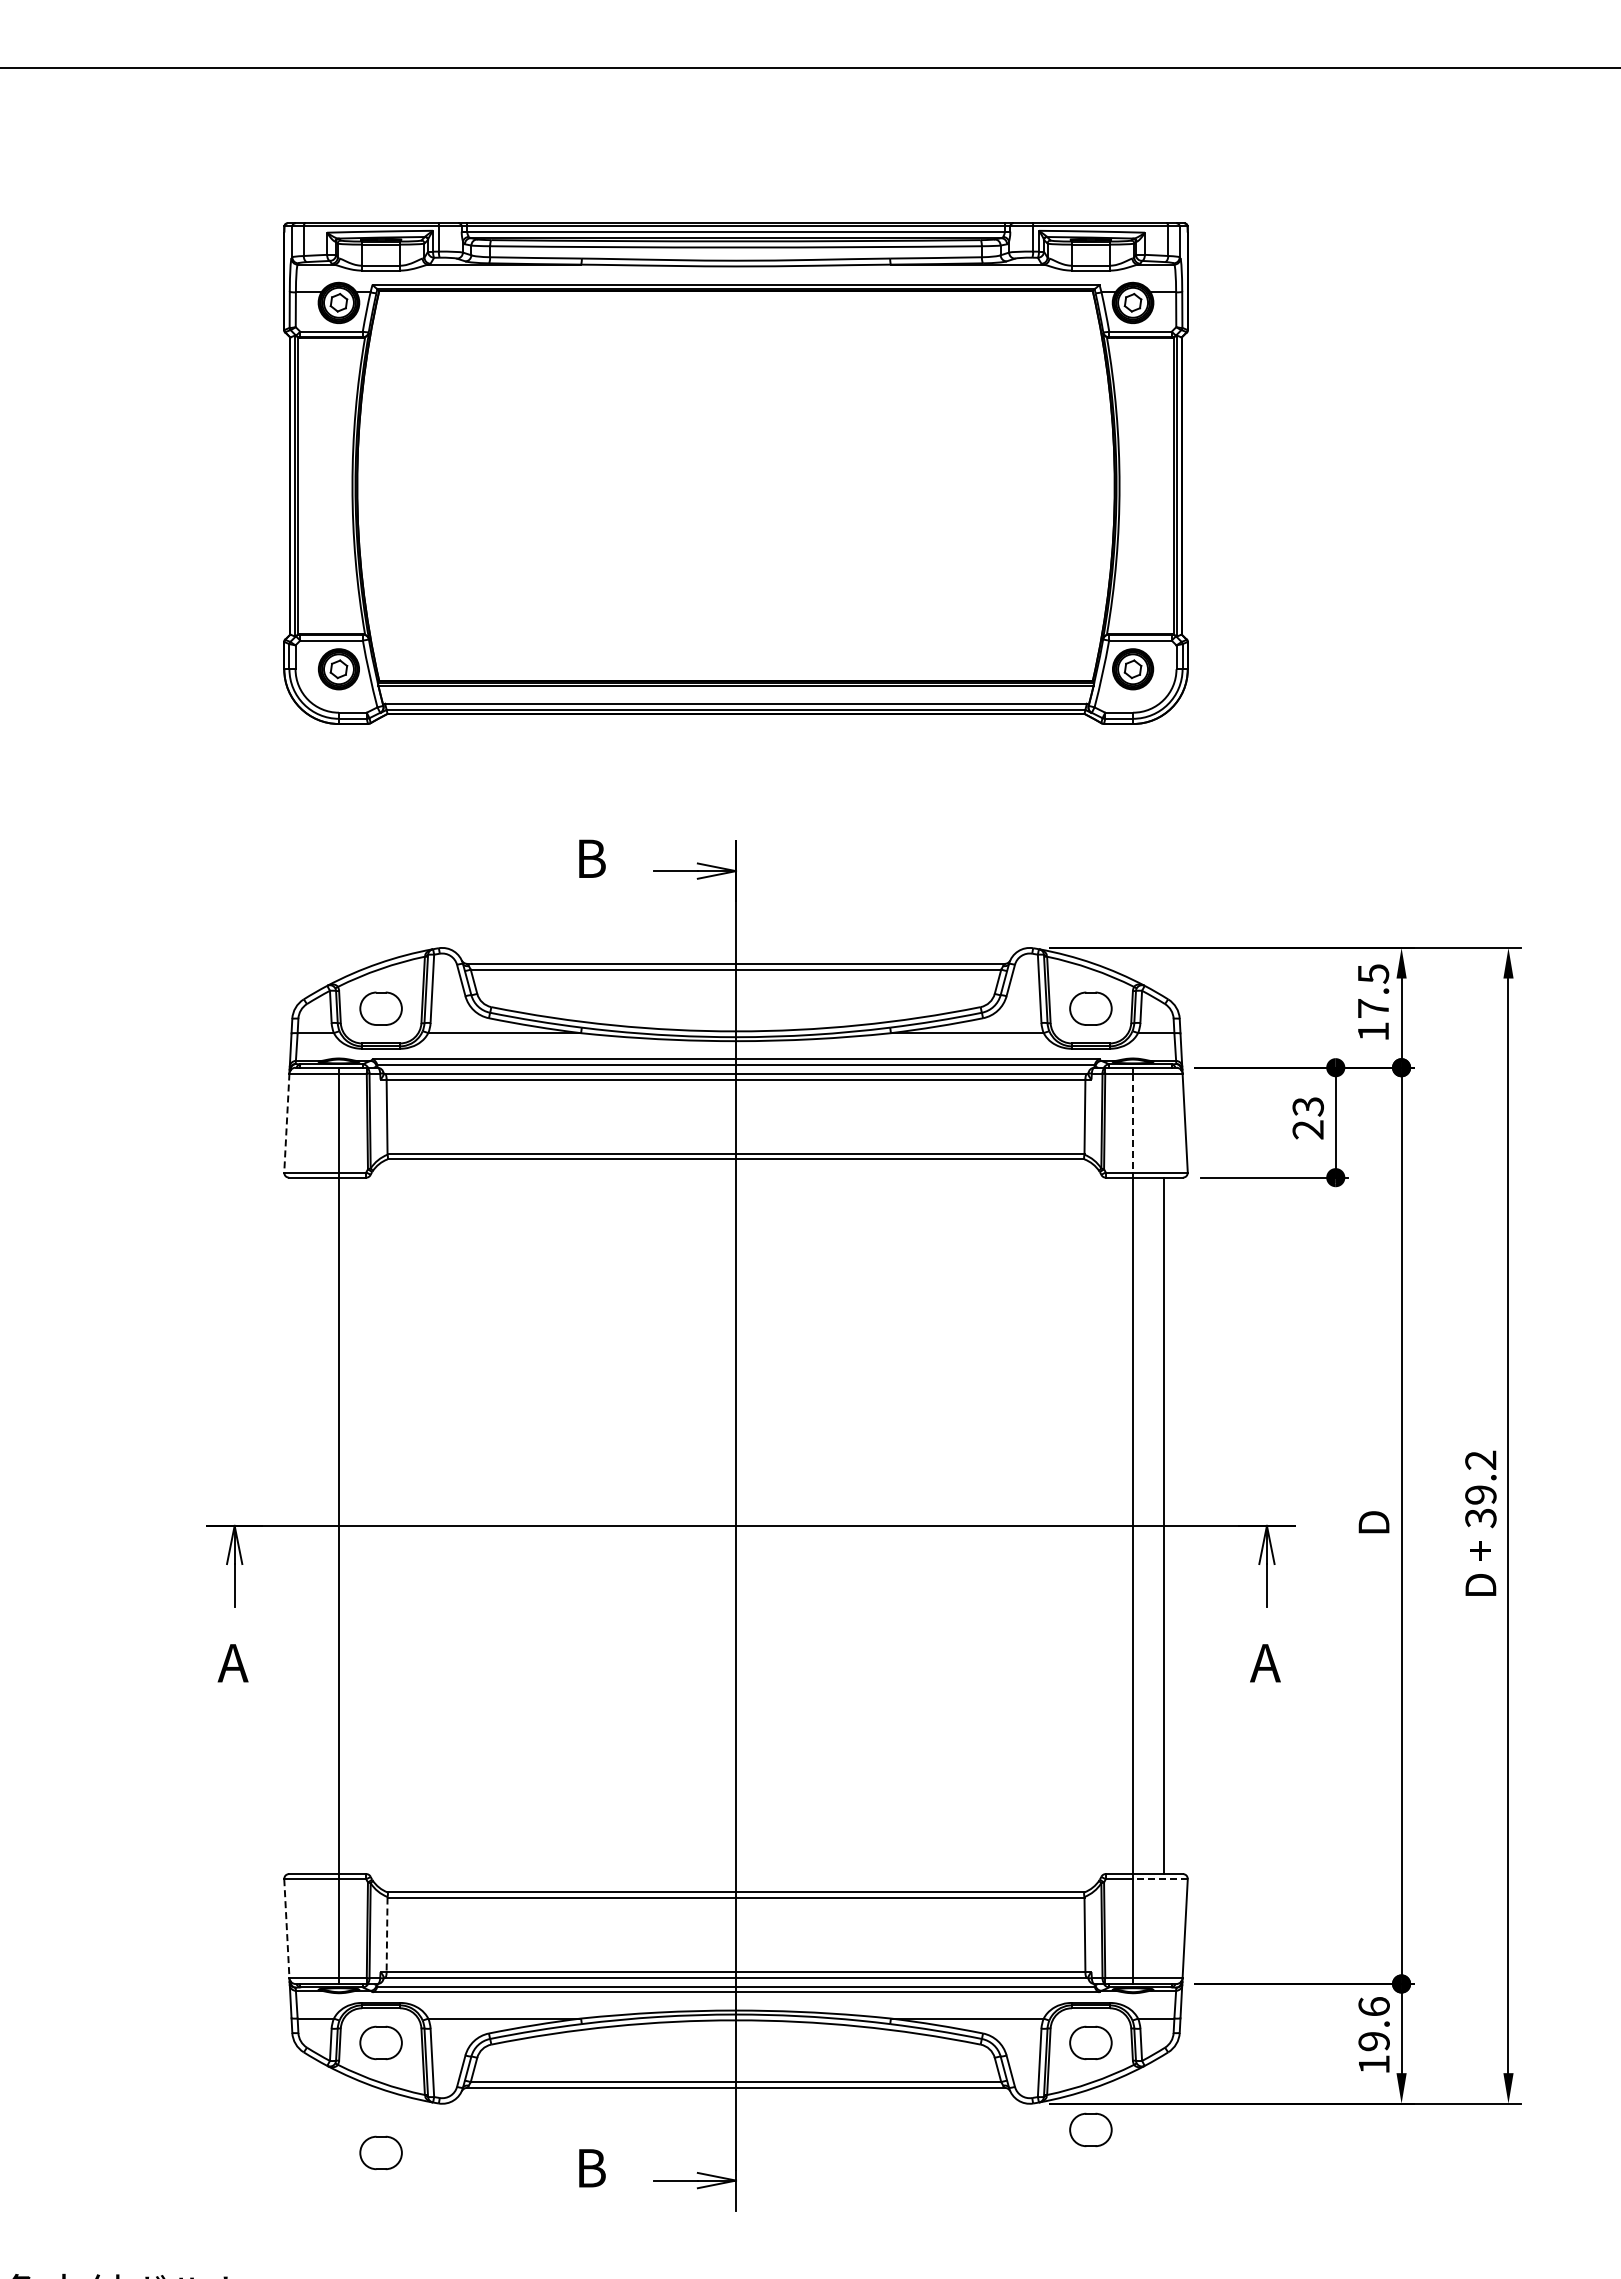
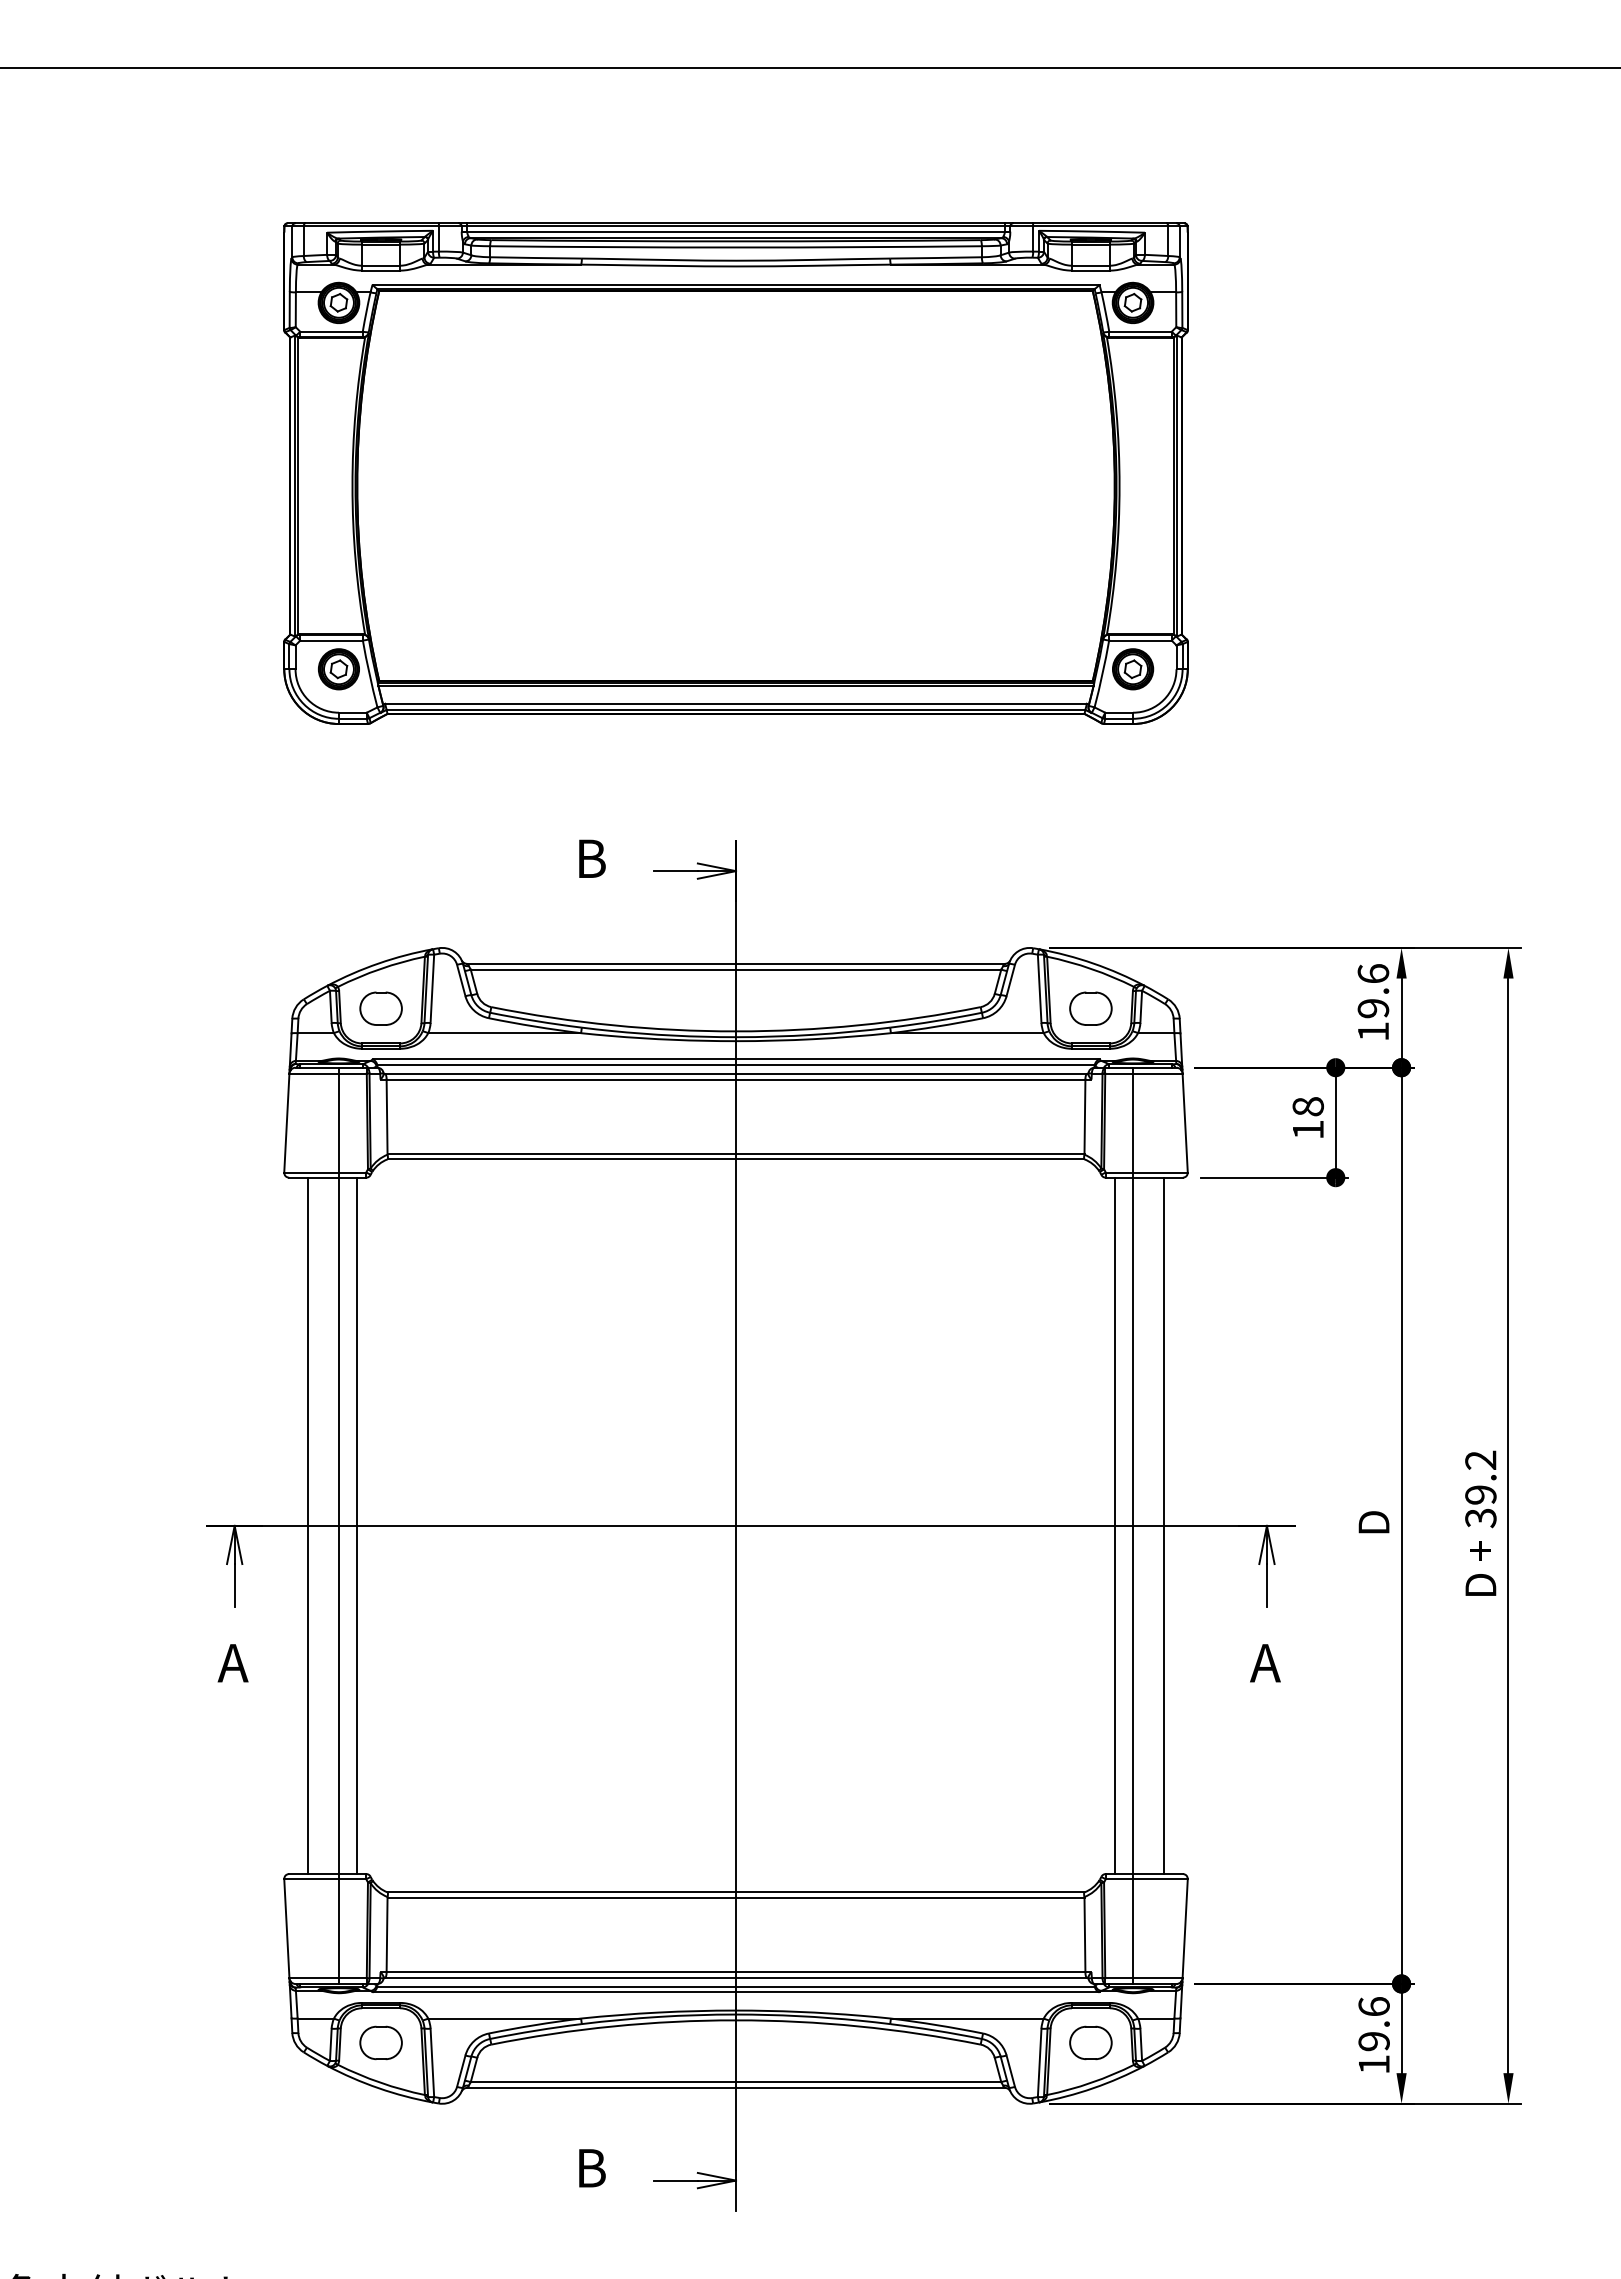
text at (1373, 991): 17.5 -> 19.6
text at (1307, 1118): 23 -> 18
line at (286, 1123): dashed -> solid
line at (1133, 1123): dashed -> solid
line at (308, 1525): none -> present
line at (357, 1525): none -> present
line at (1114, 1525): none -> present
line at (1159, 1879): dashed -> solid
line at (286, 1928): dashed -> solid
line at (387, 1935): dashed -> solid
part at (1090, 2129): present -> none
part at (380, 2152): present -> none
